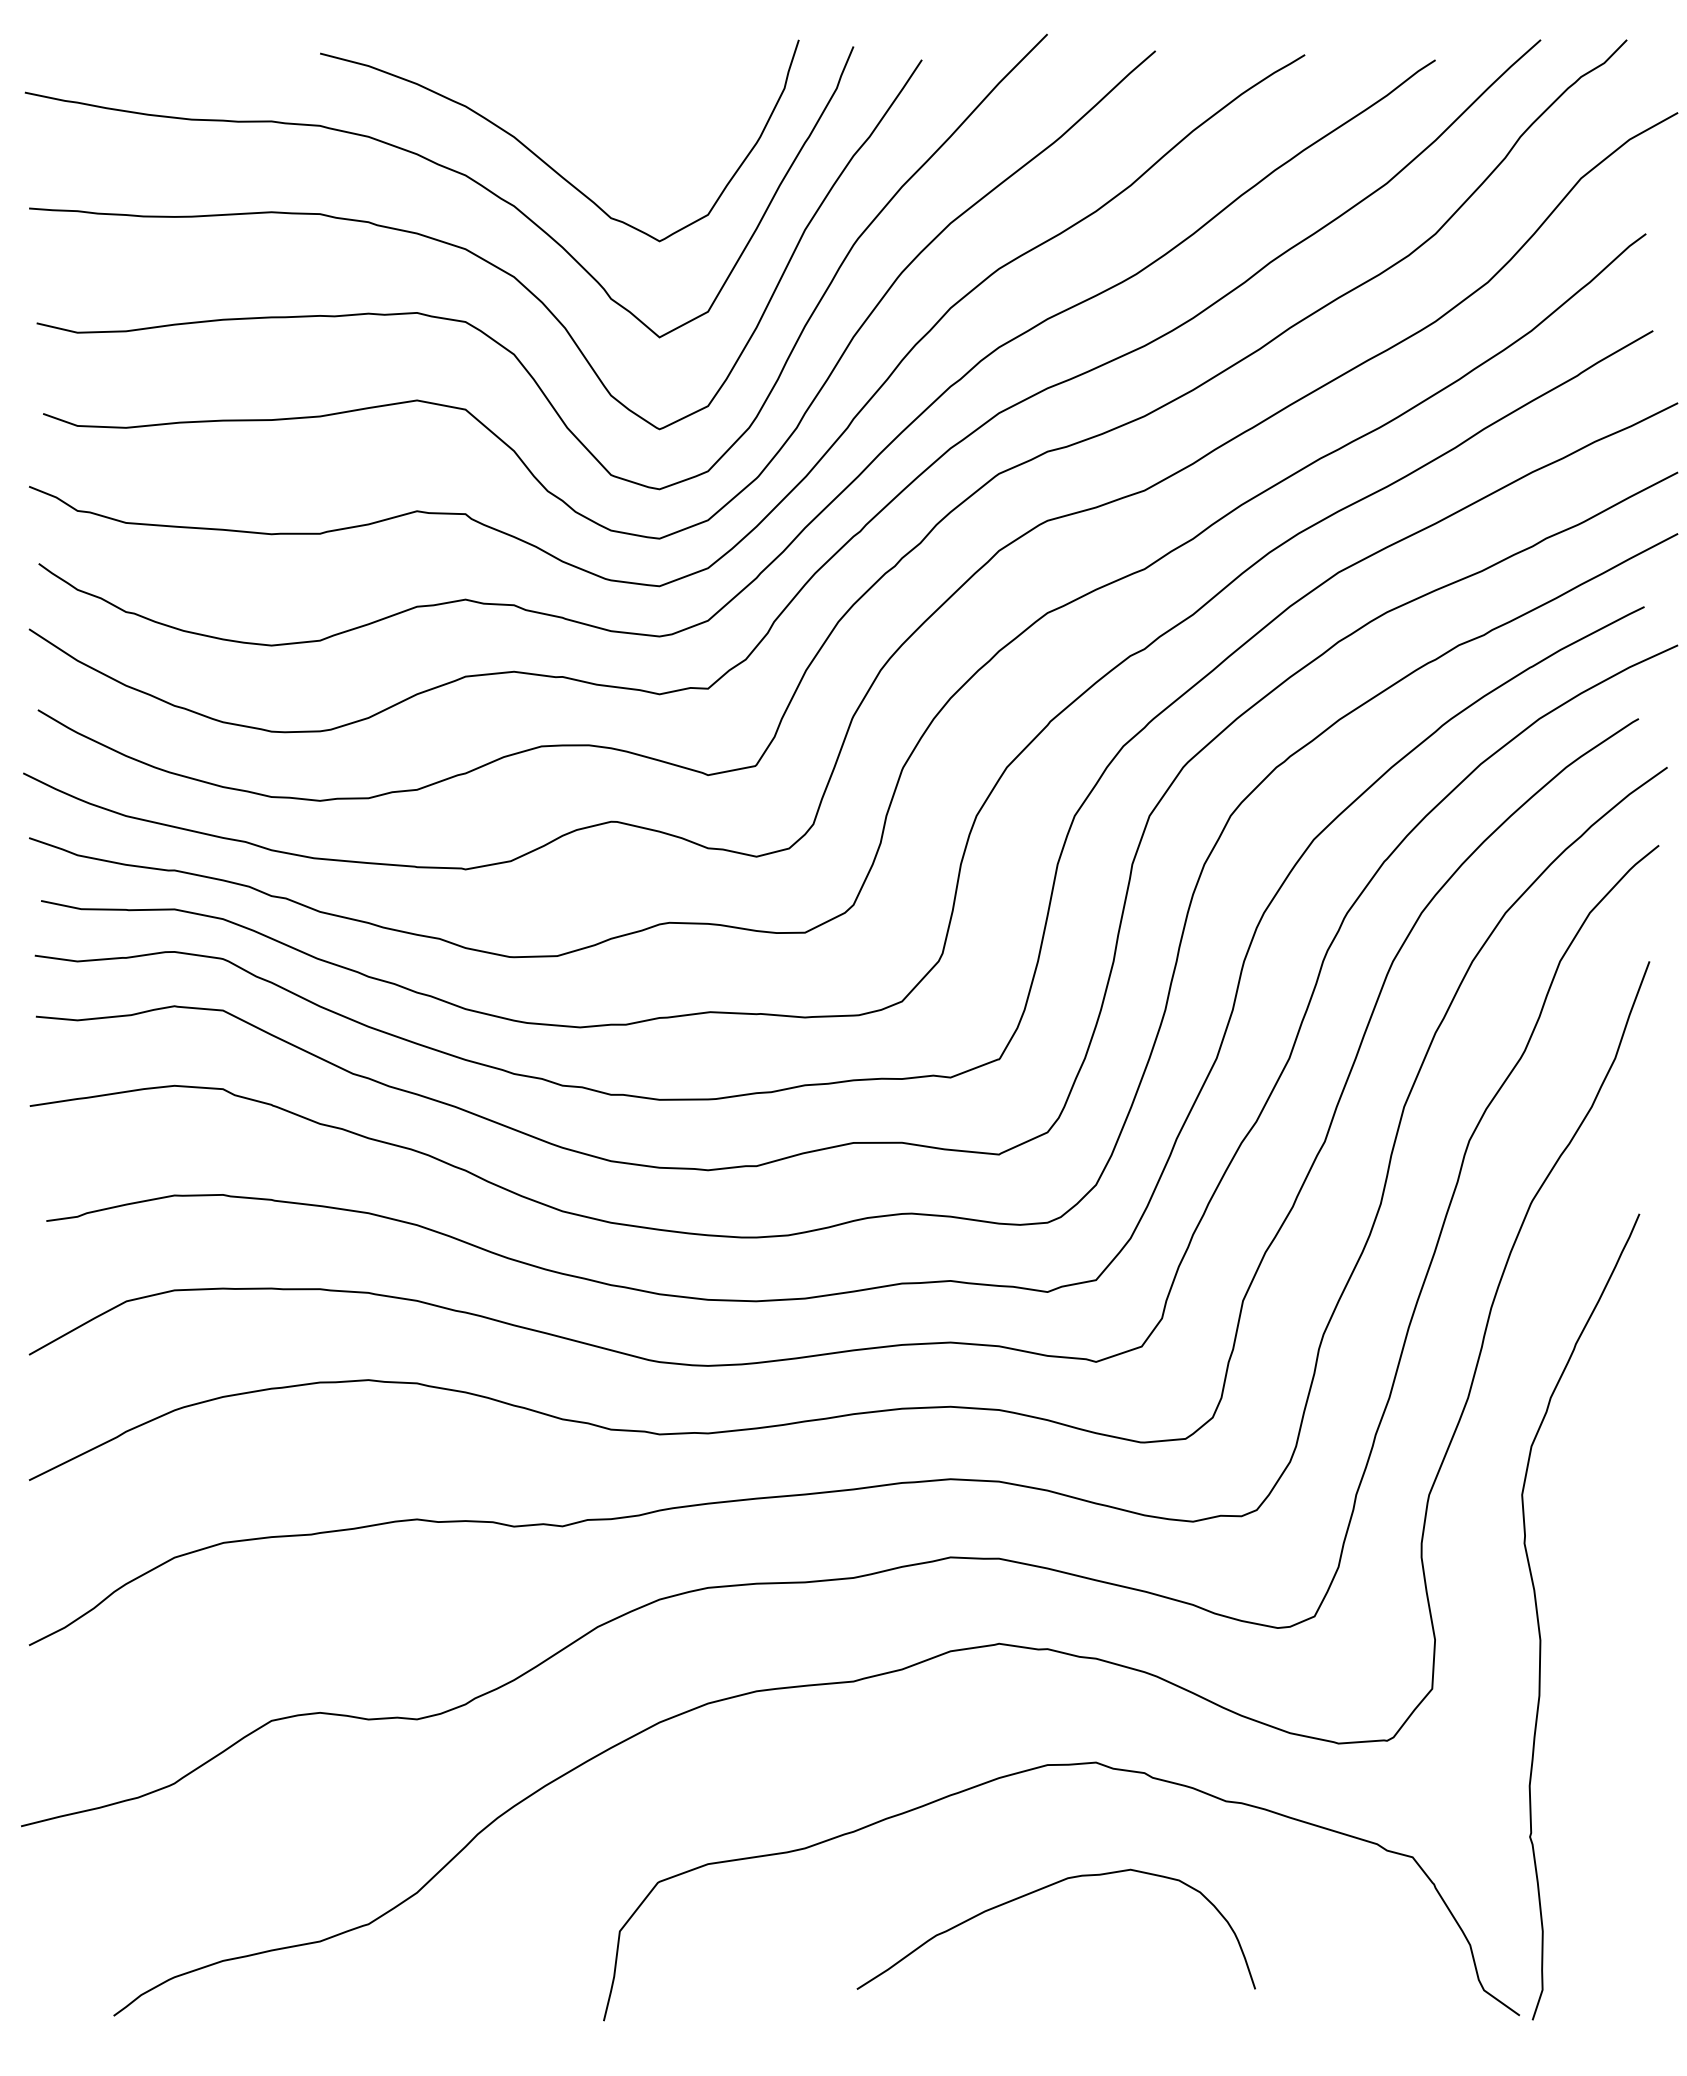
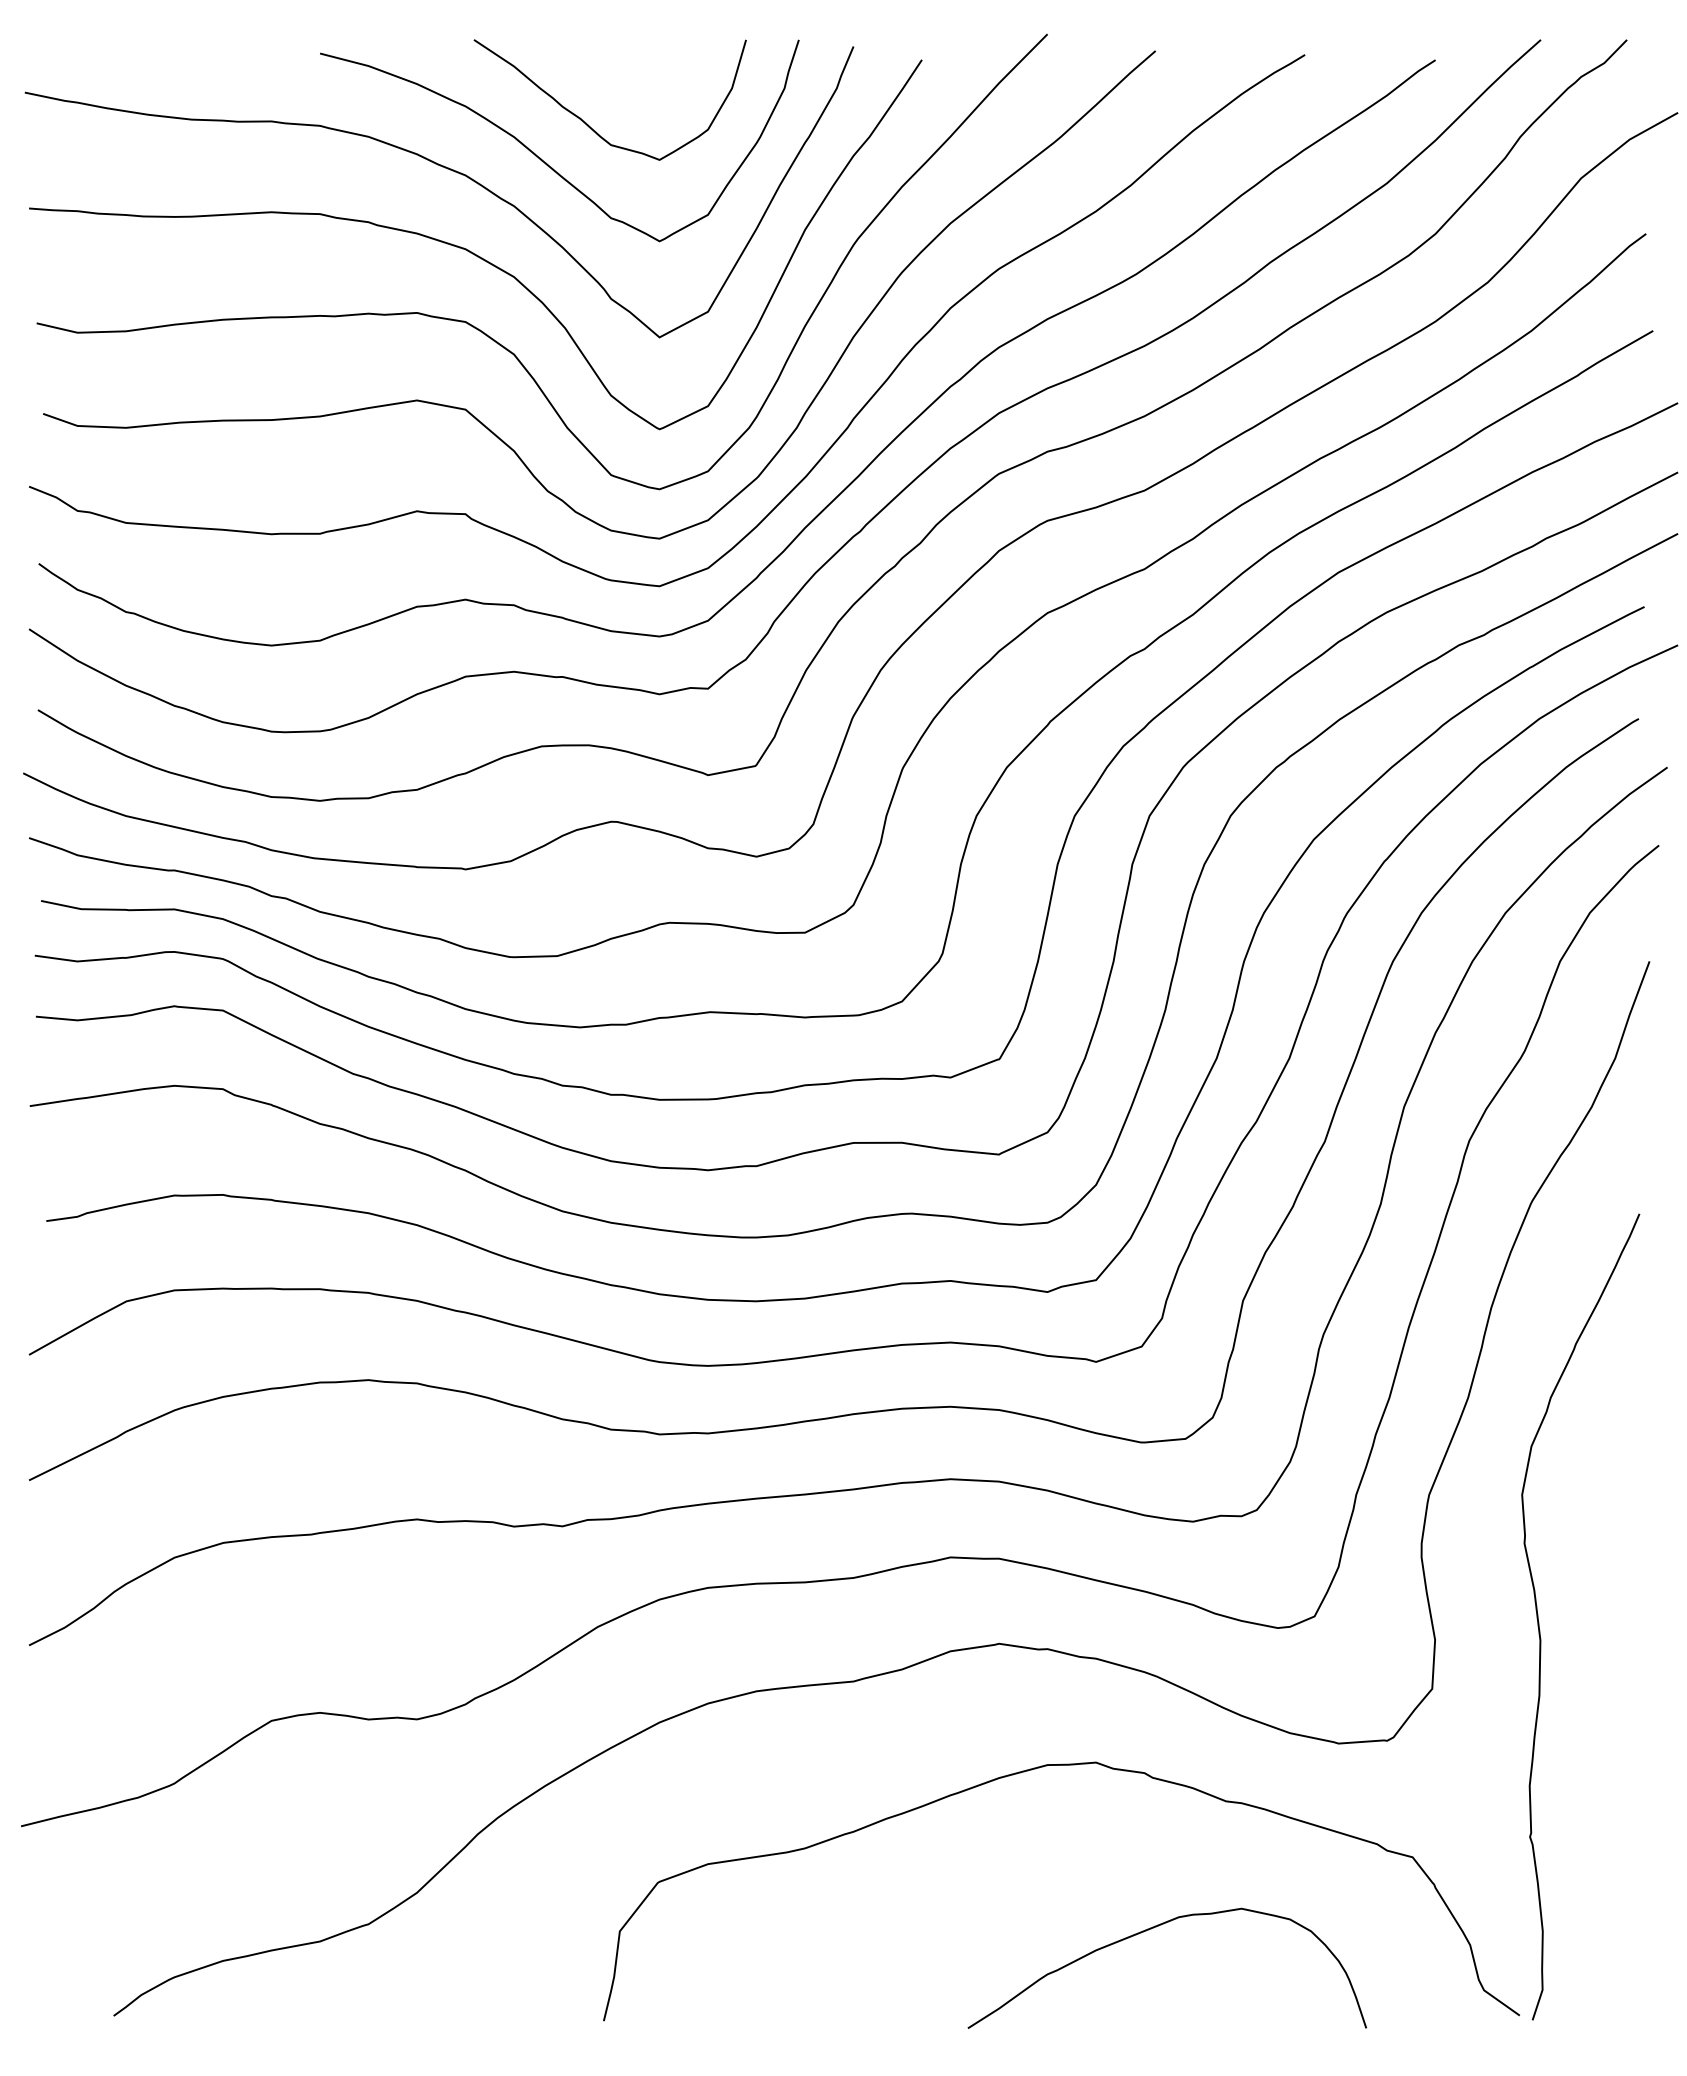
curve at (586, 122): none -> present
curve at (1040, 1890) position: (1040, 1890) -> (1151, 1929)
